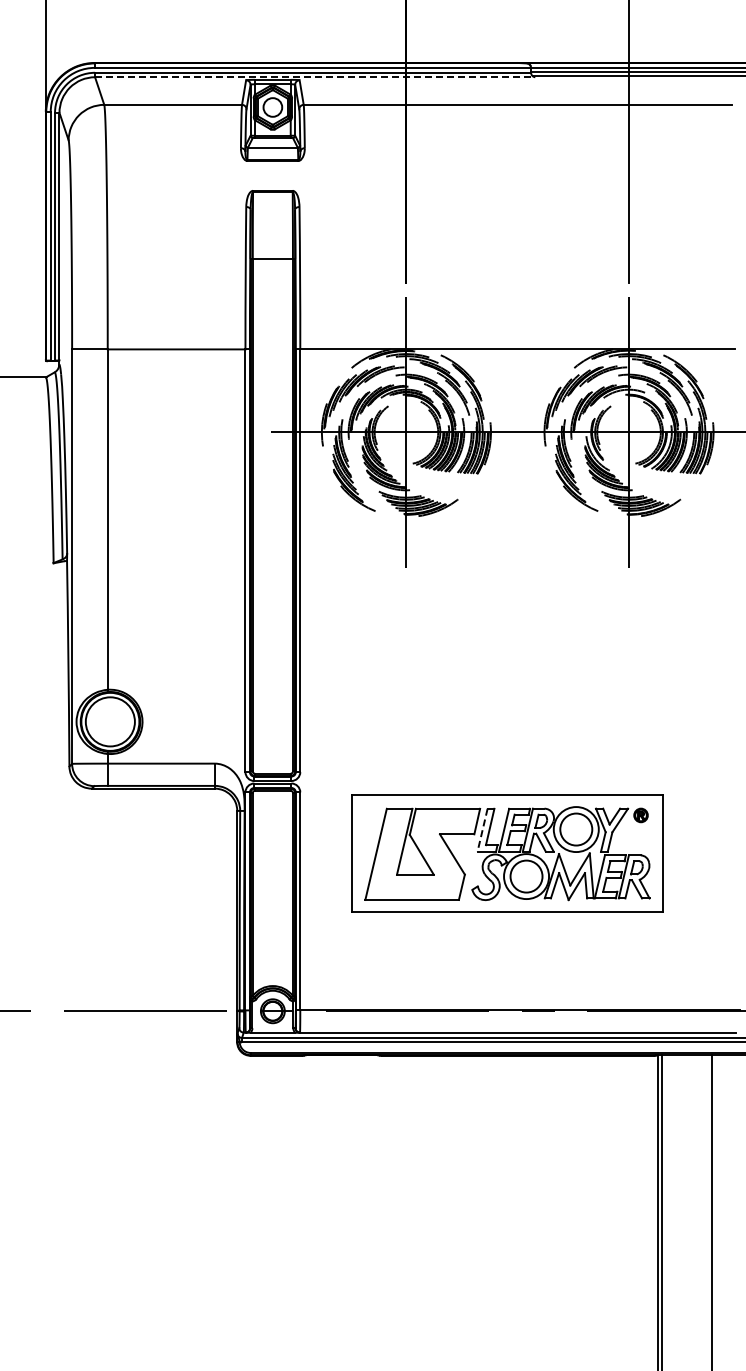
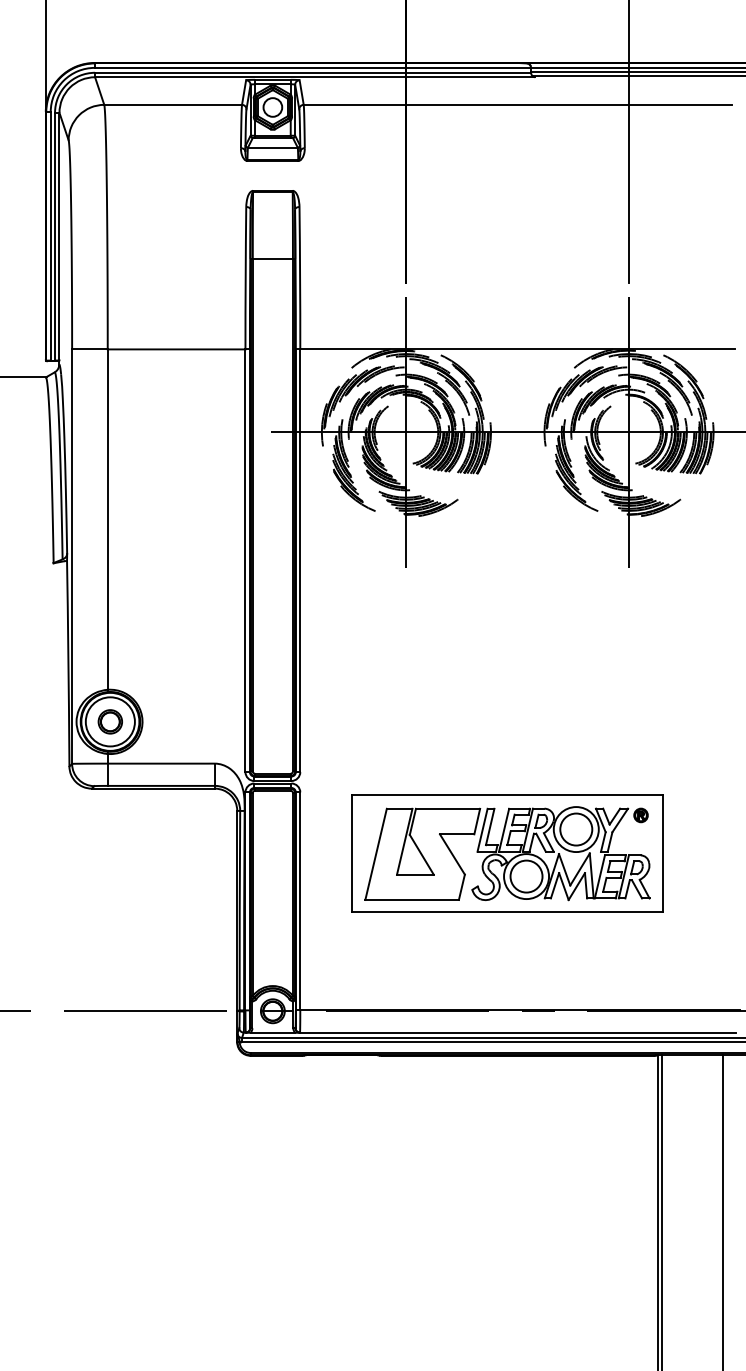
line at (315, 77): dashed -> solid
part at (109, 721): none -> present
line at (482, 830): dashed -> solid
line at (711, 1211) position: (711, 1211) -> (722, 1211)
